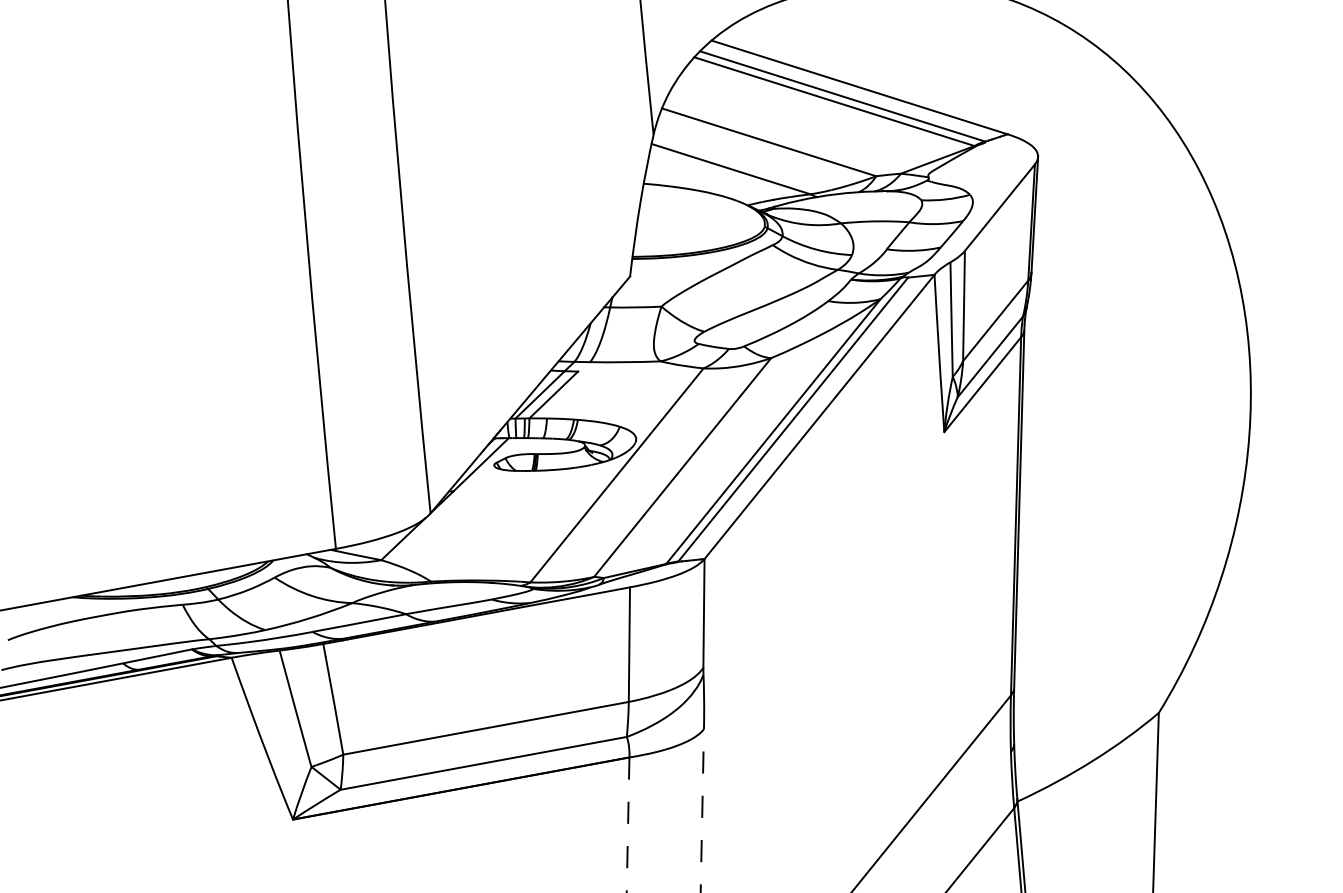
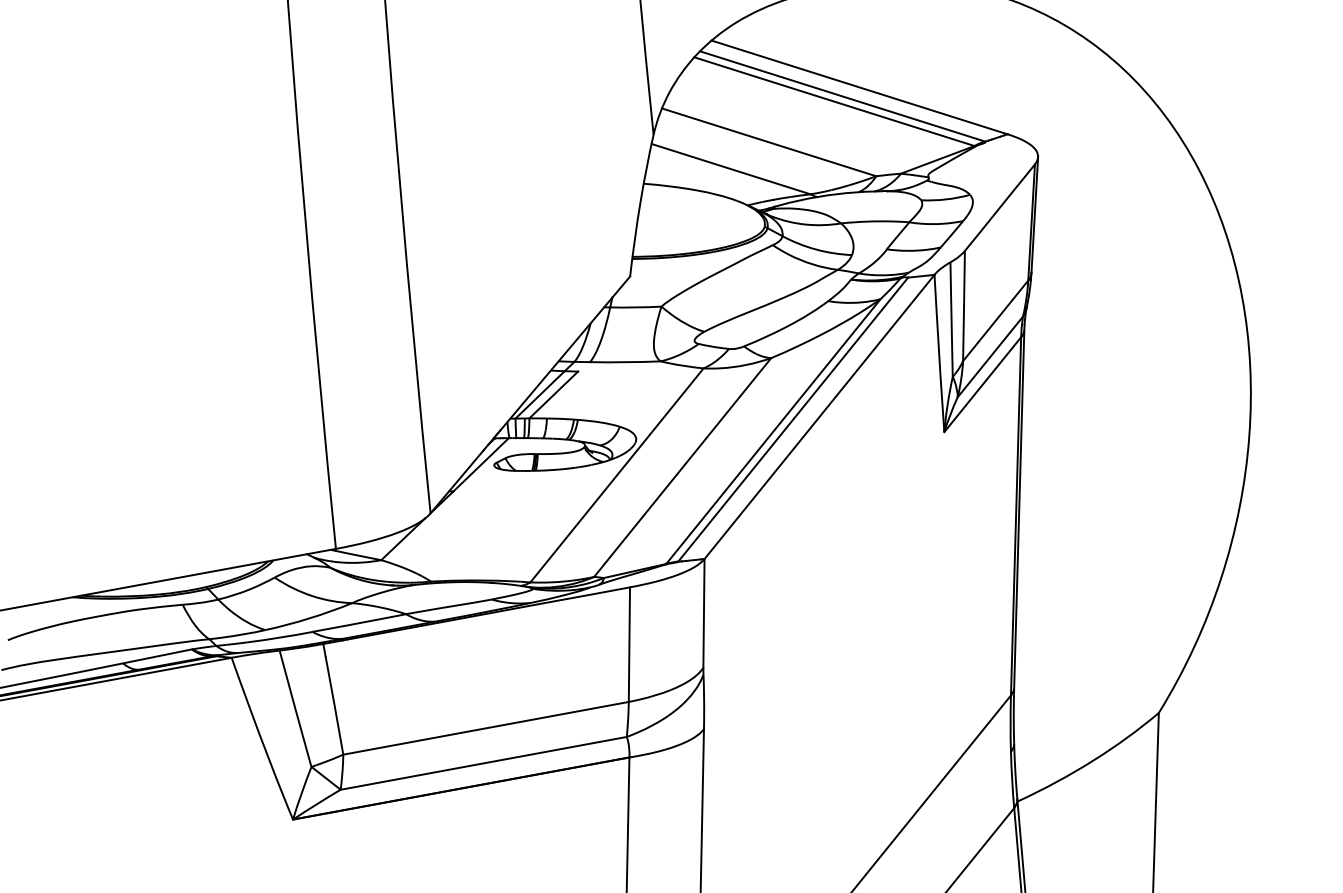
line at (702, 811): dashed -> solid
line at (628, 825): dashed -> solid
